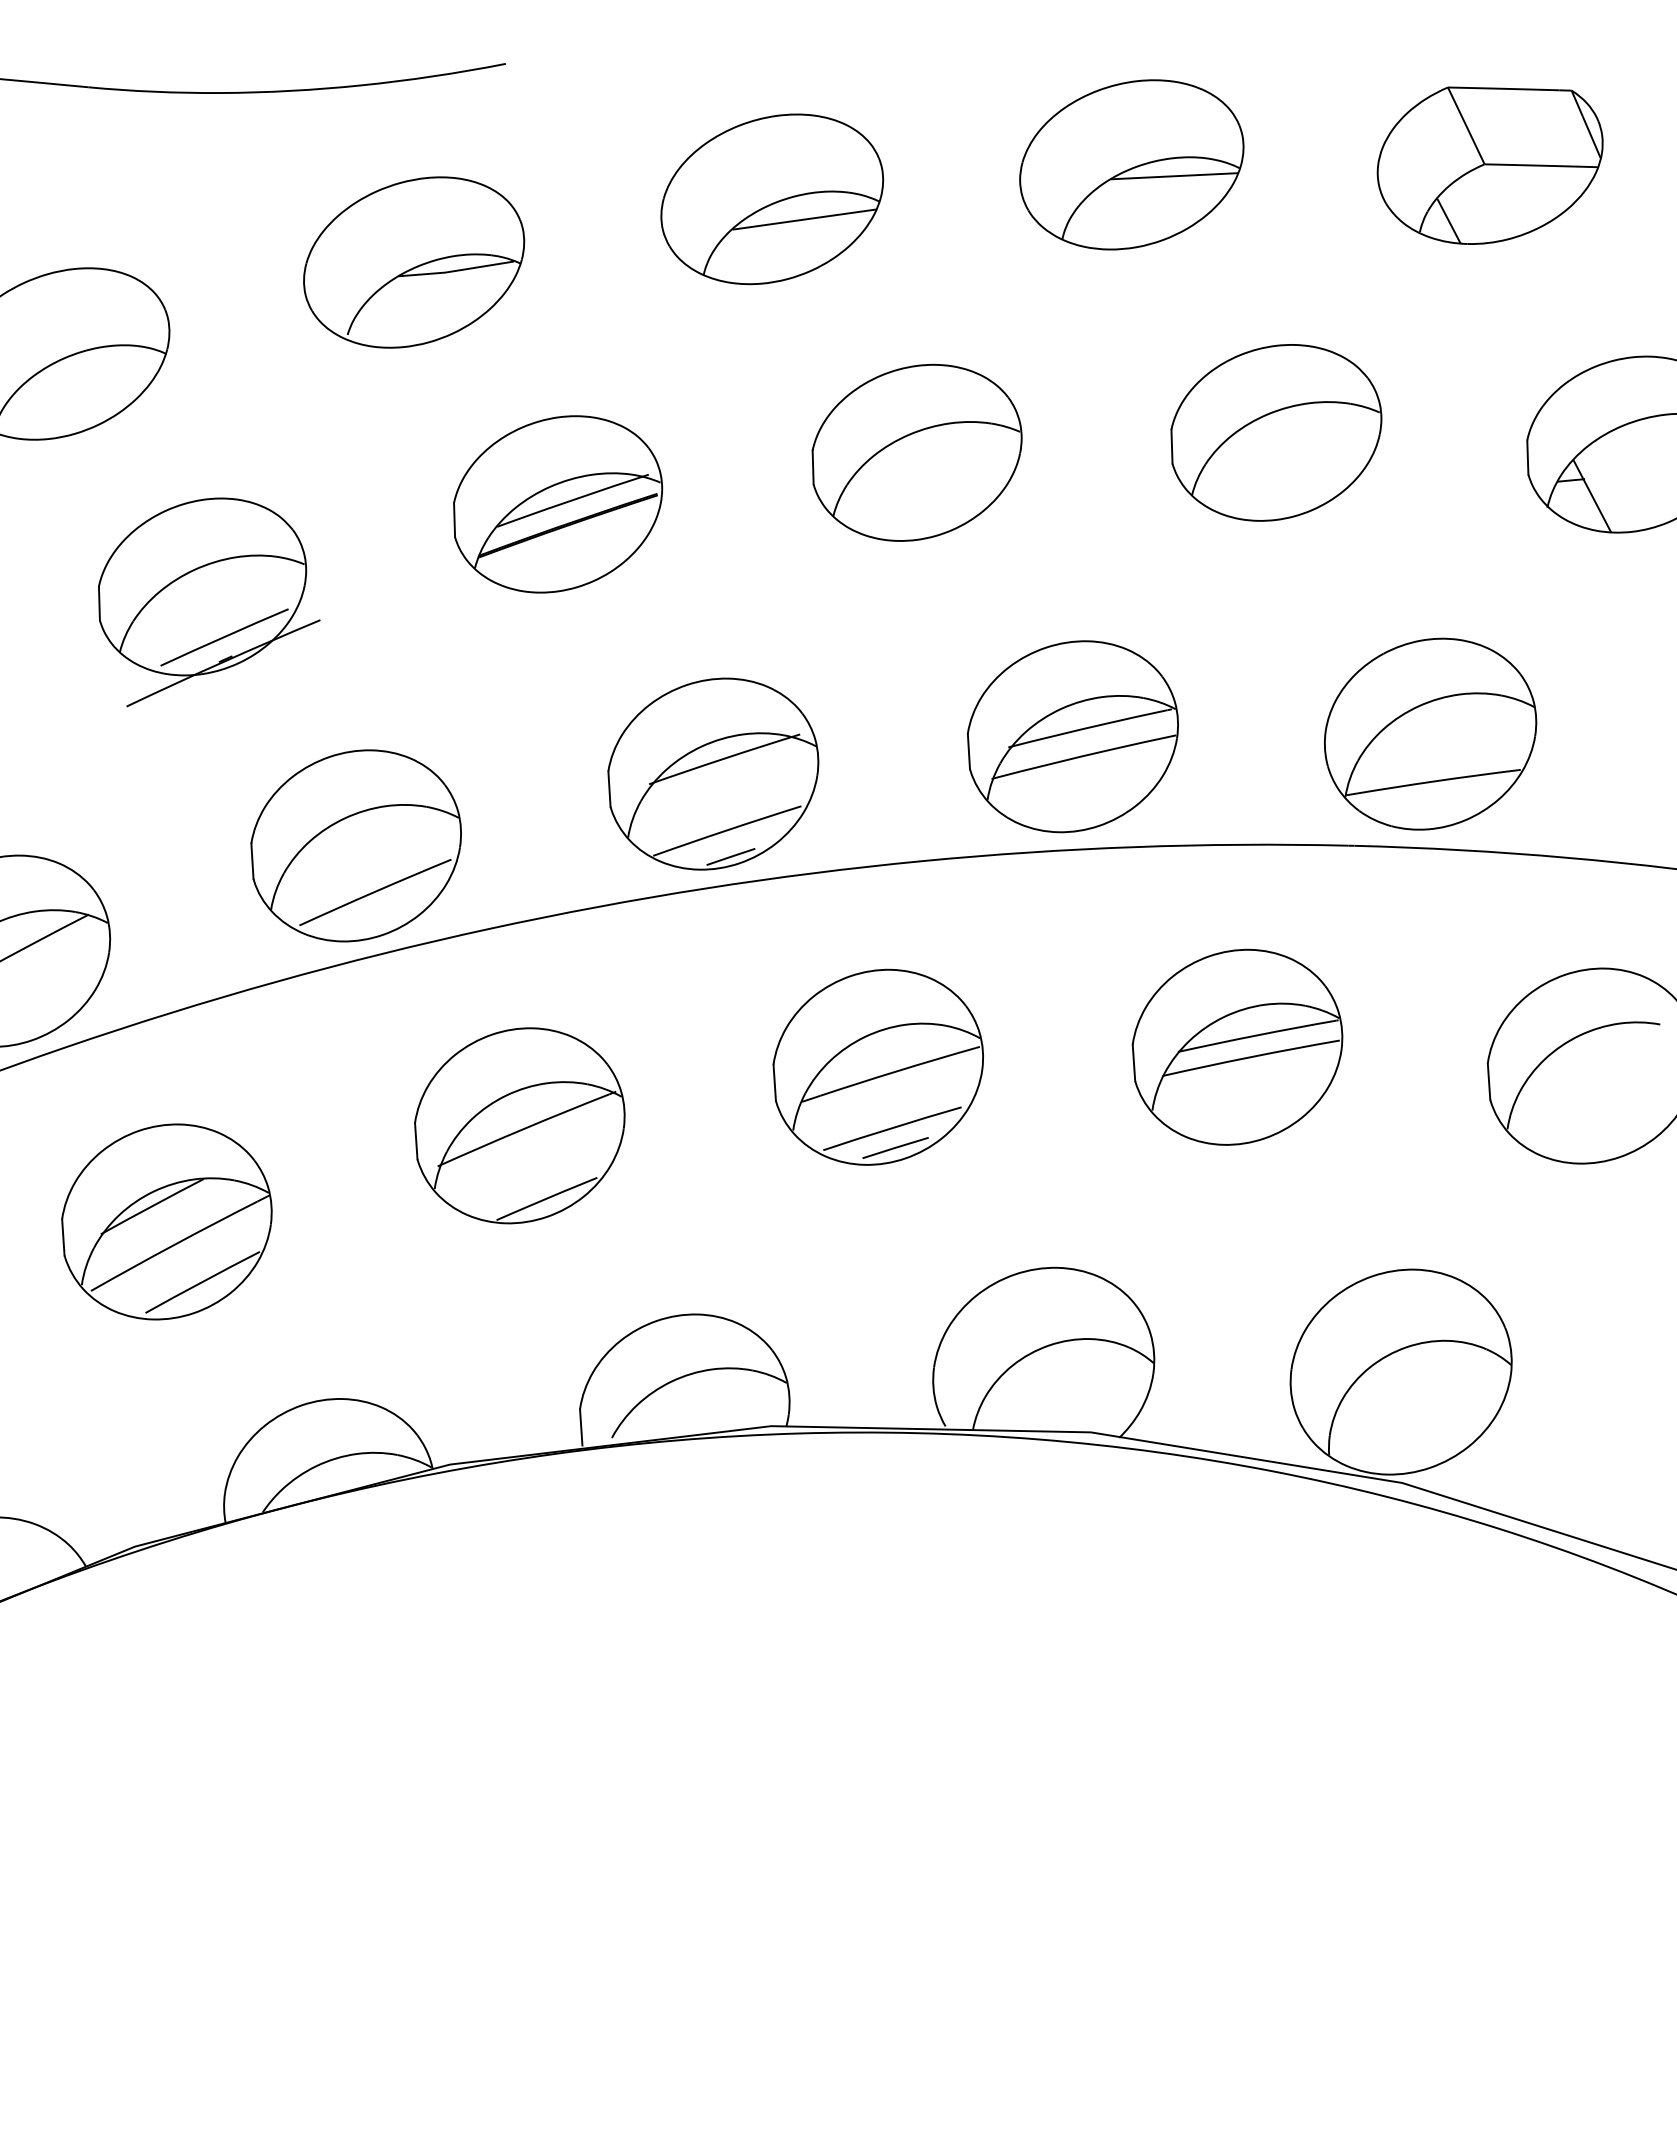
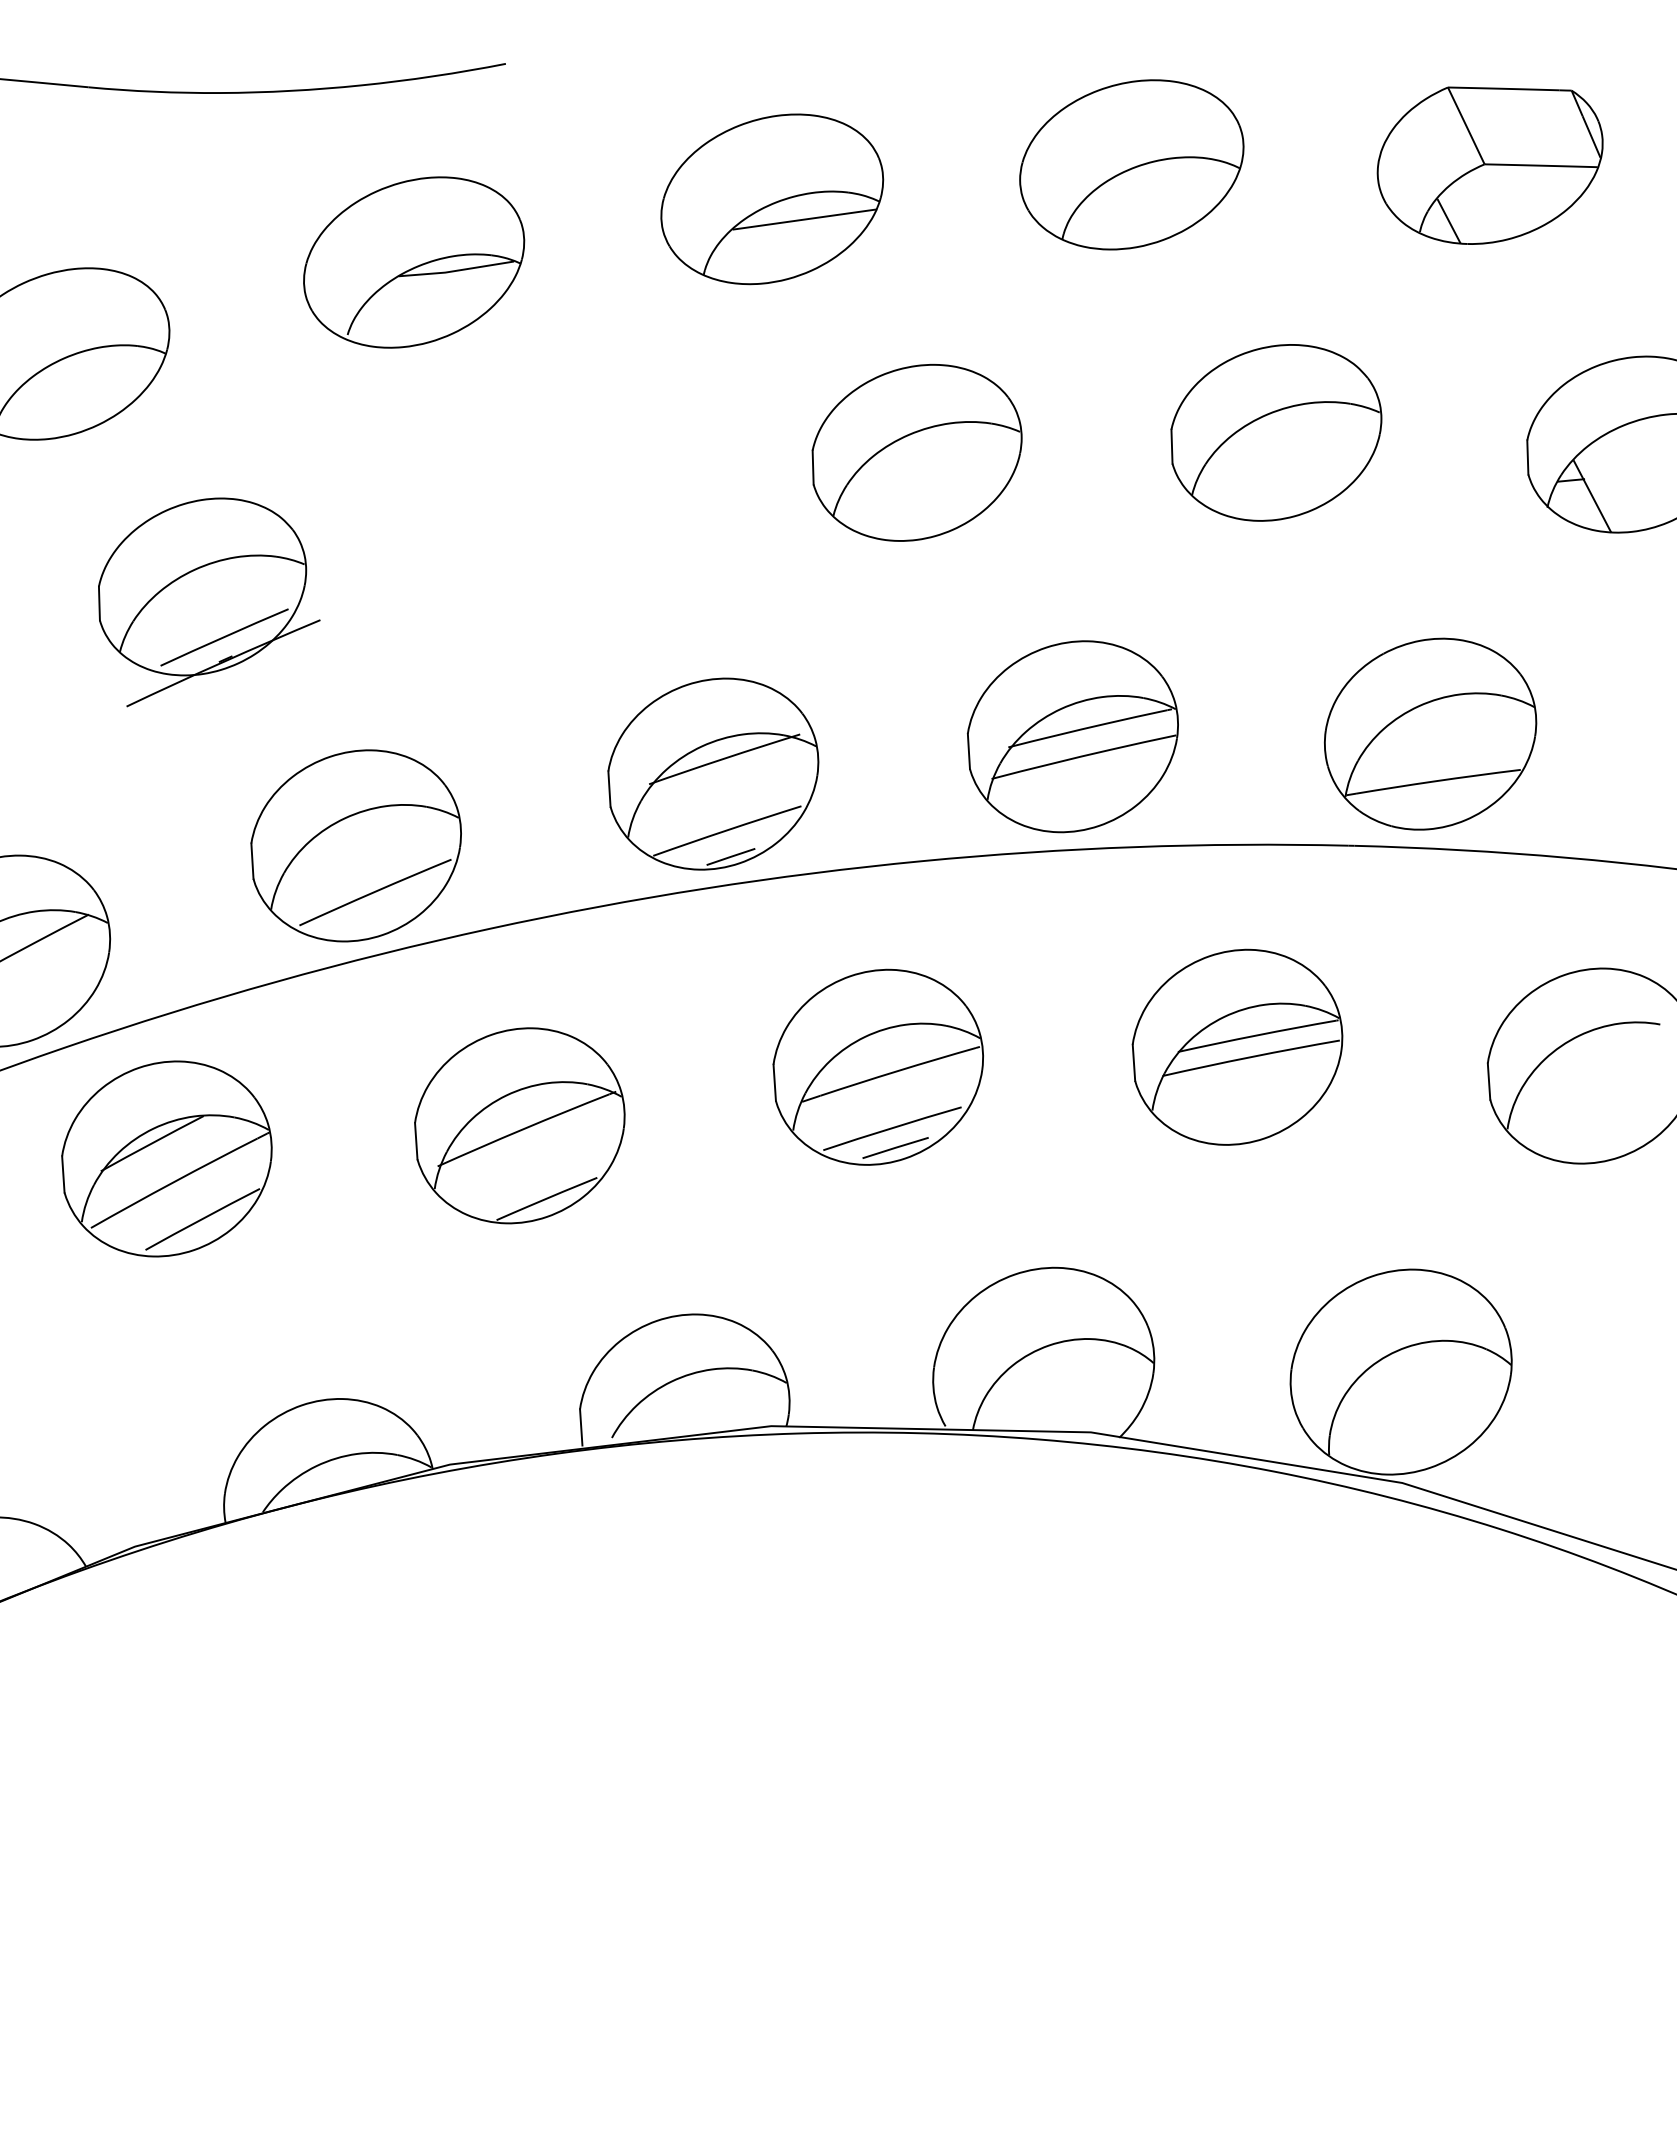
line at (1174, 176): present -> none
part at (558, 504): present -> none
part at (166, 1221) position: (166, 1221) -> (166, 1158)
